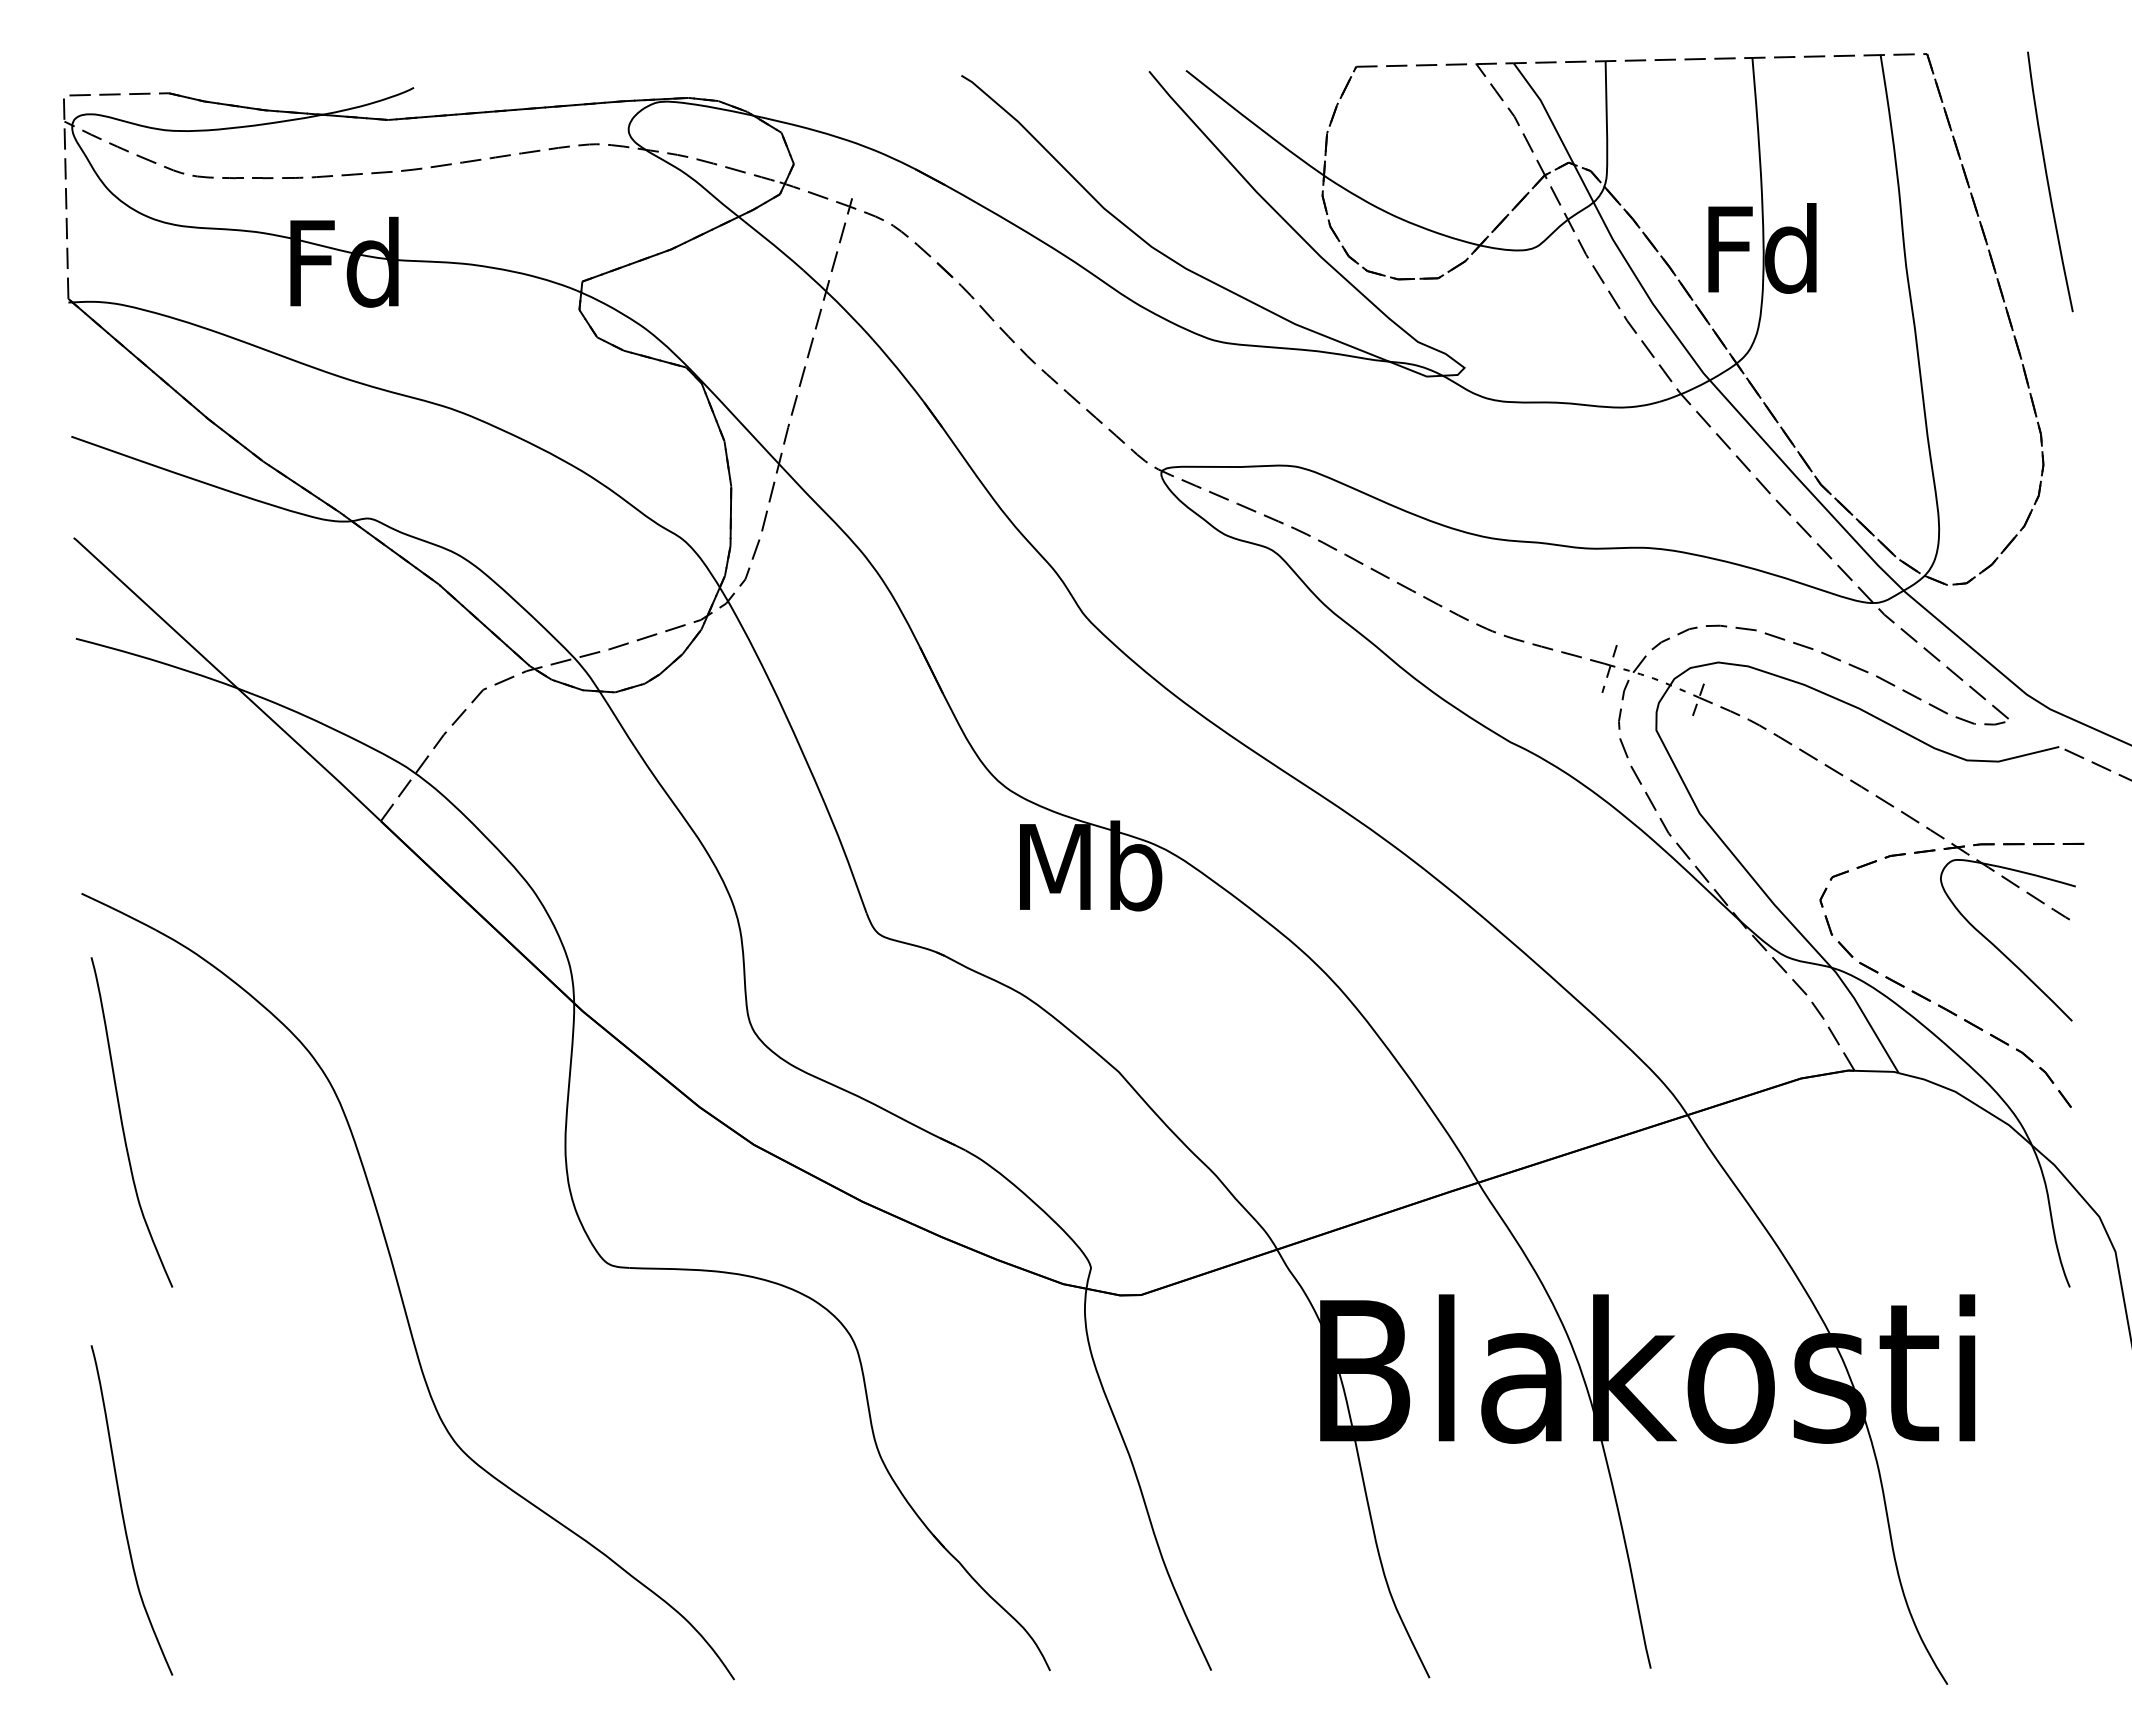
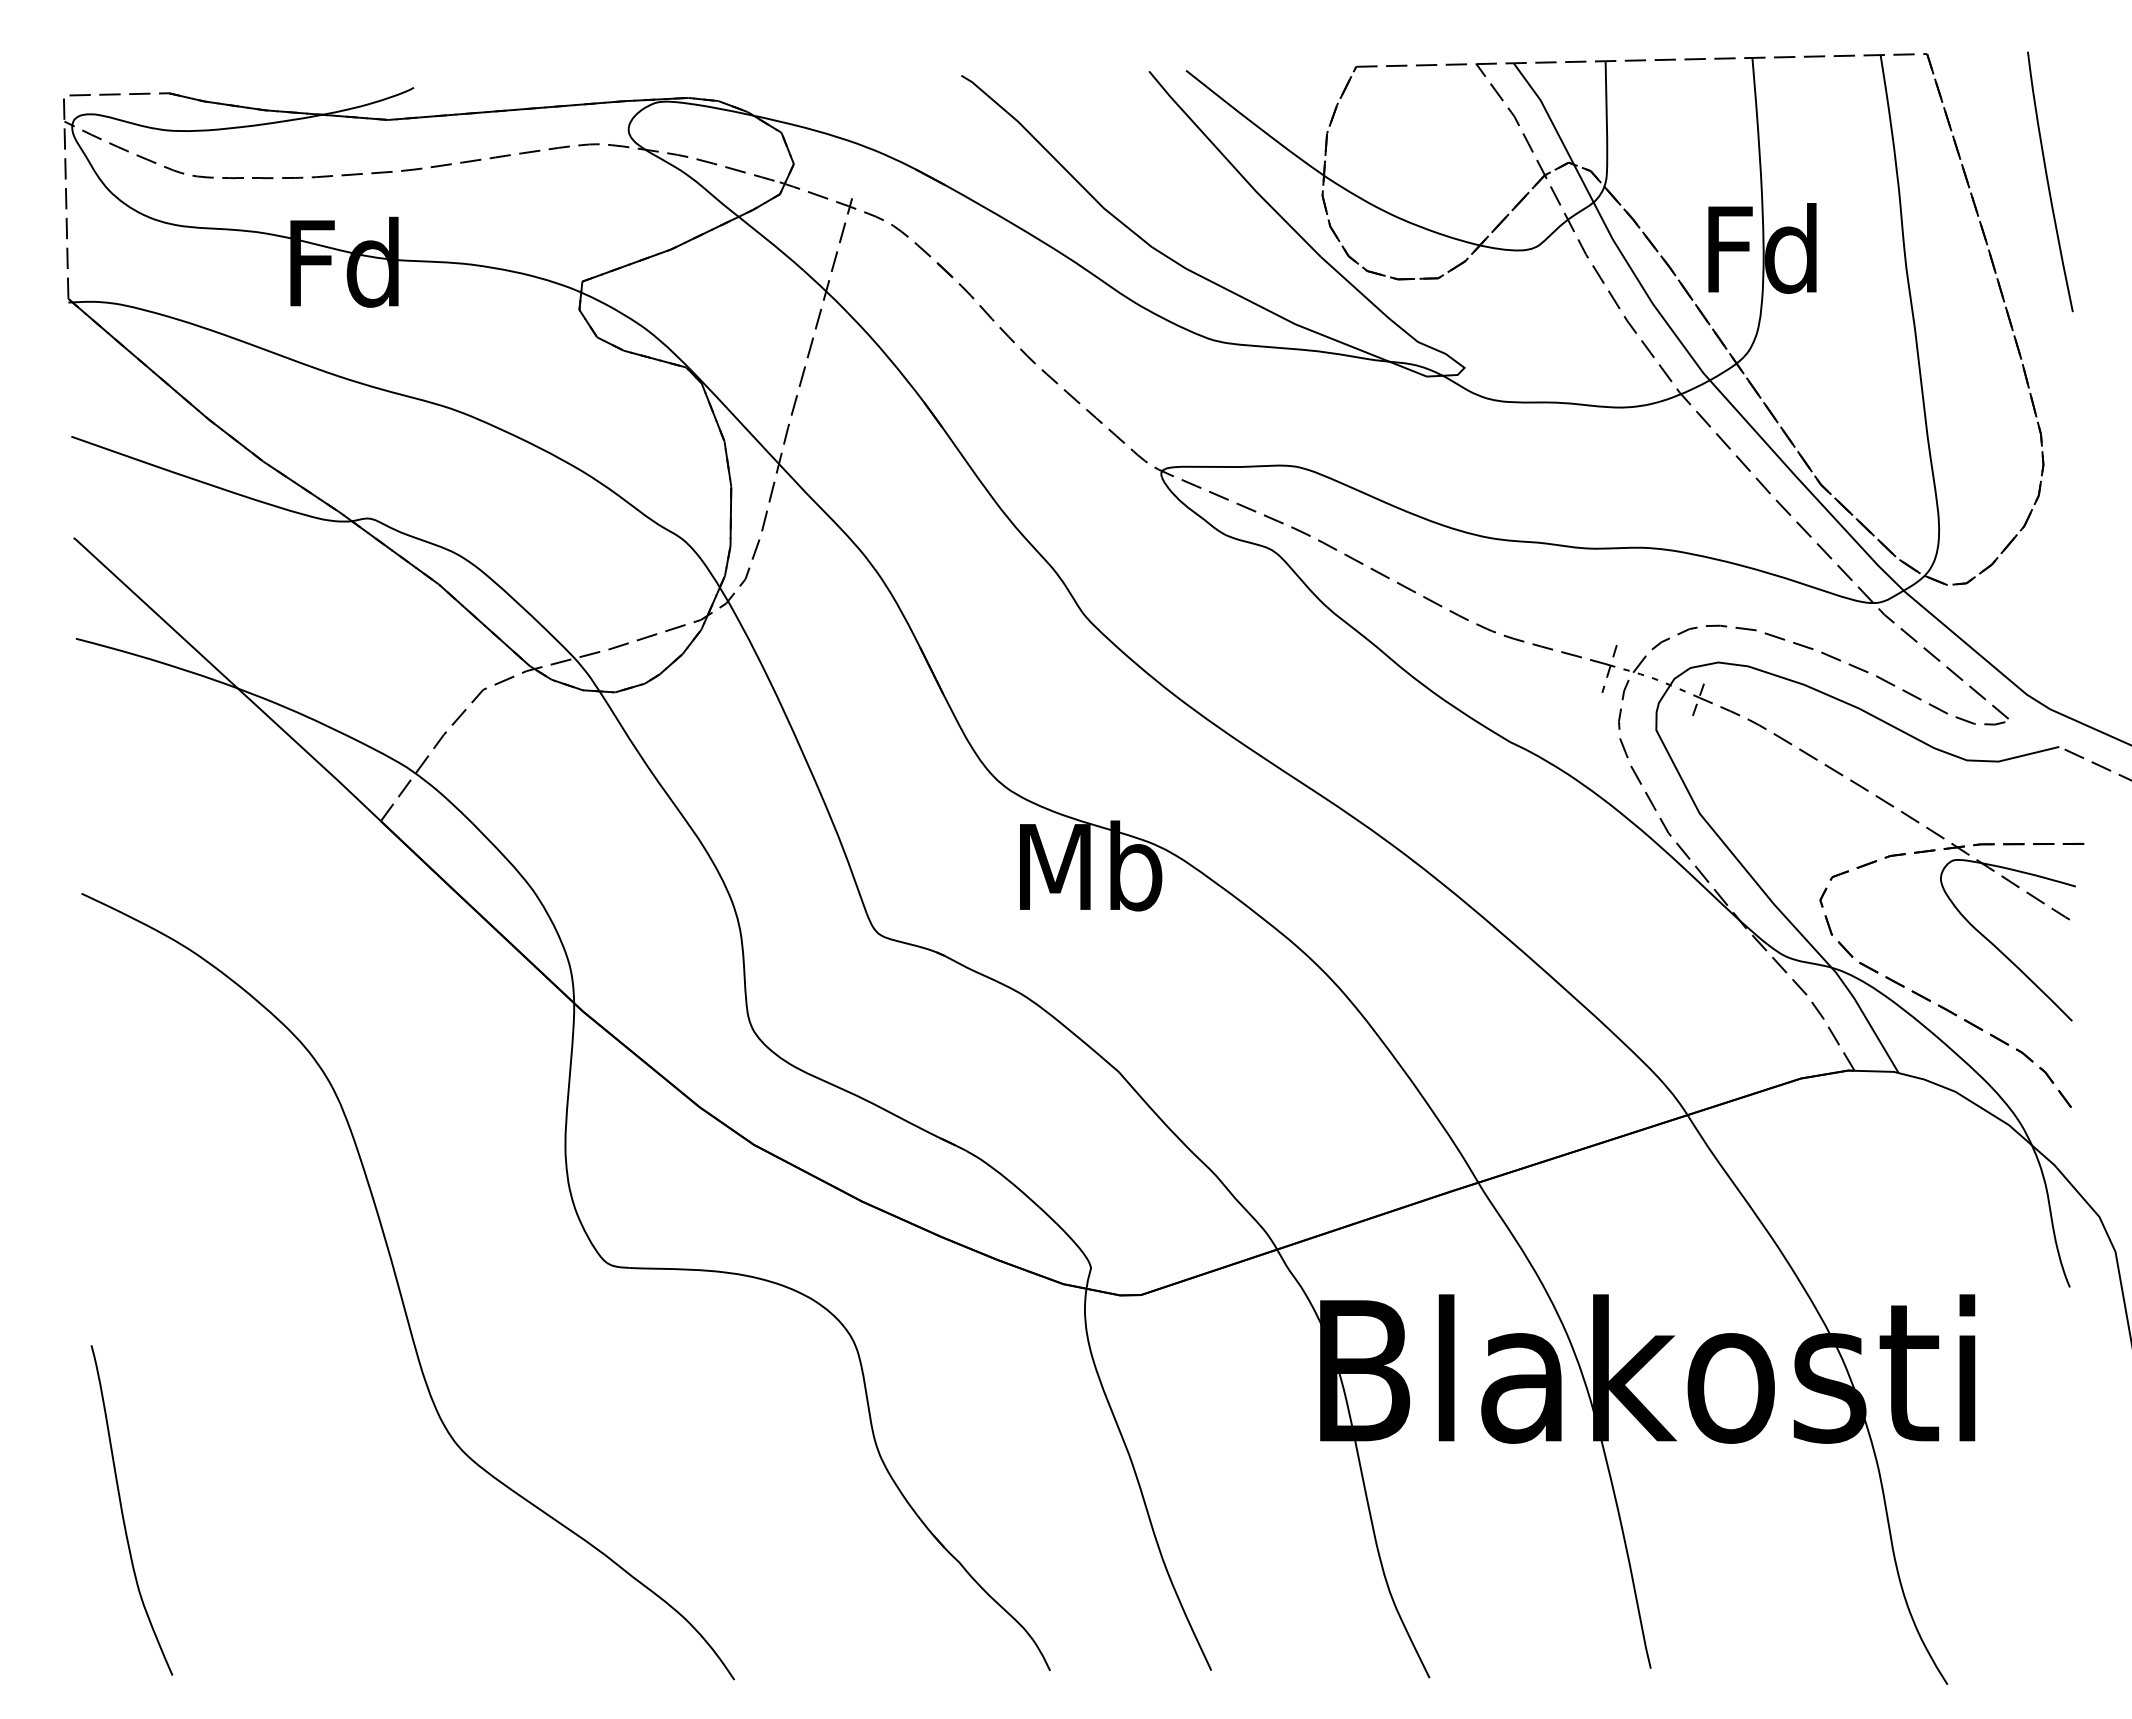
curve at (123, 1124): present -> none
